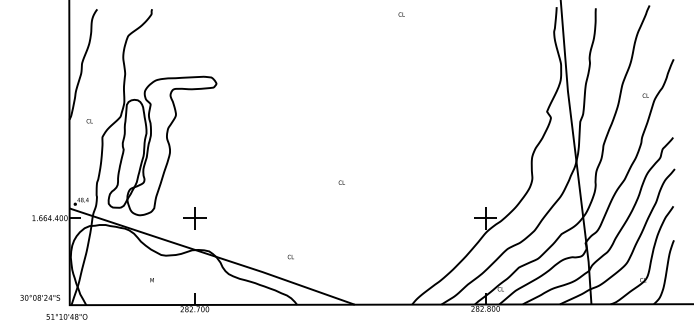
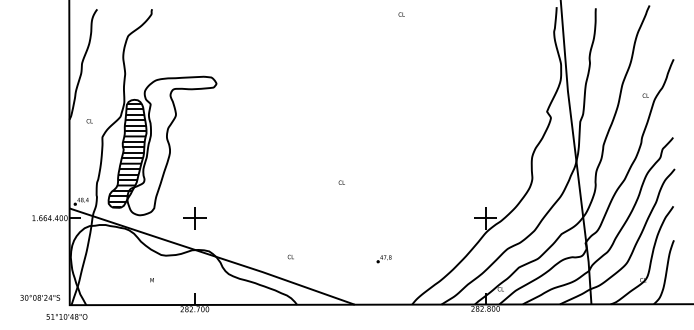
hatch at (127, 155): none -> present
part at (383, 259): none -> present
